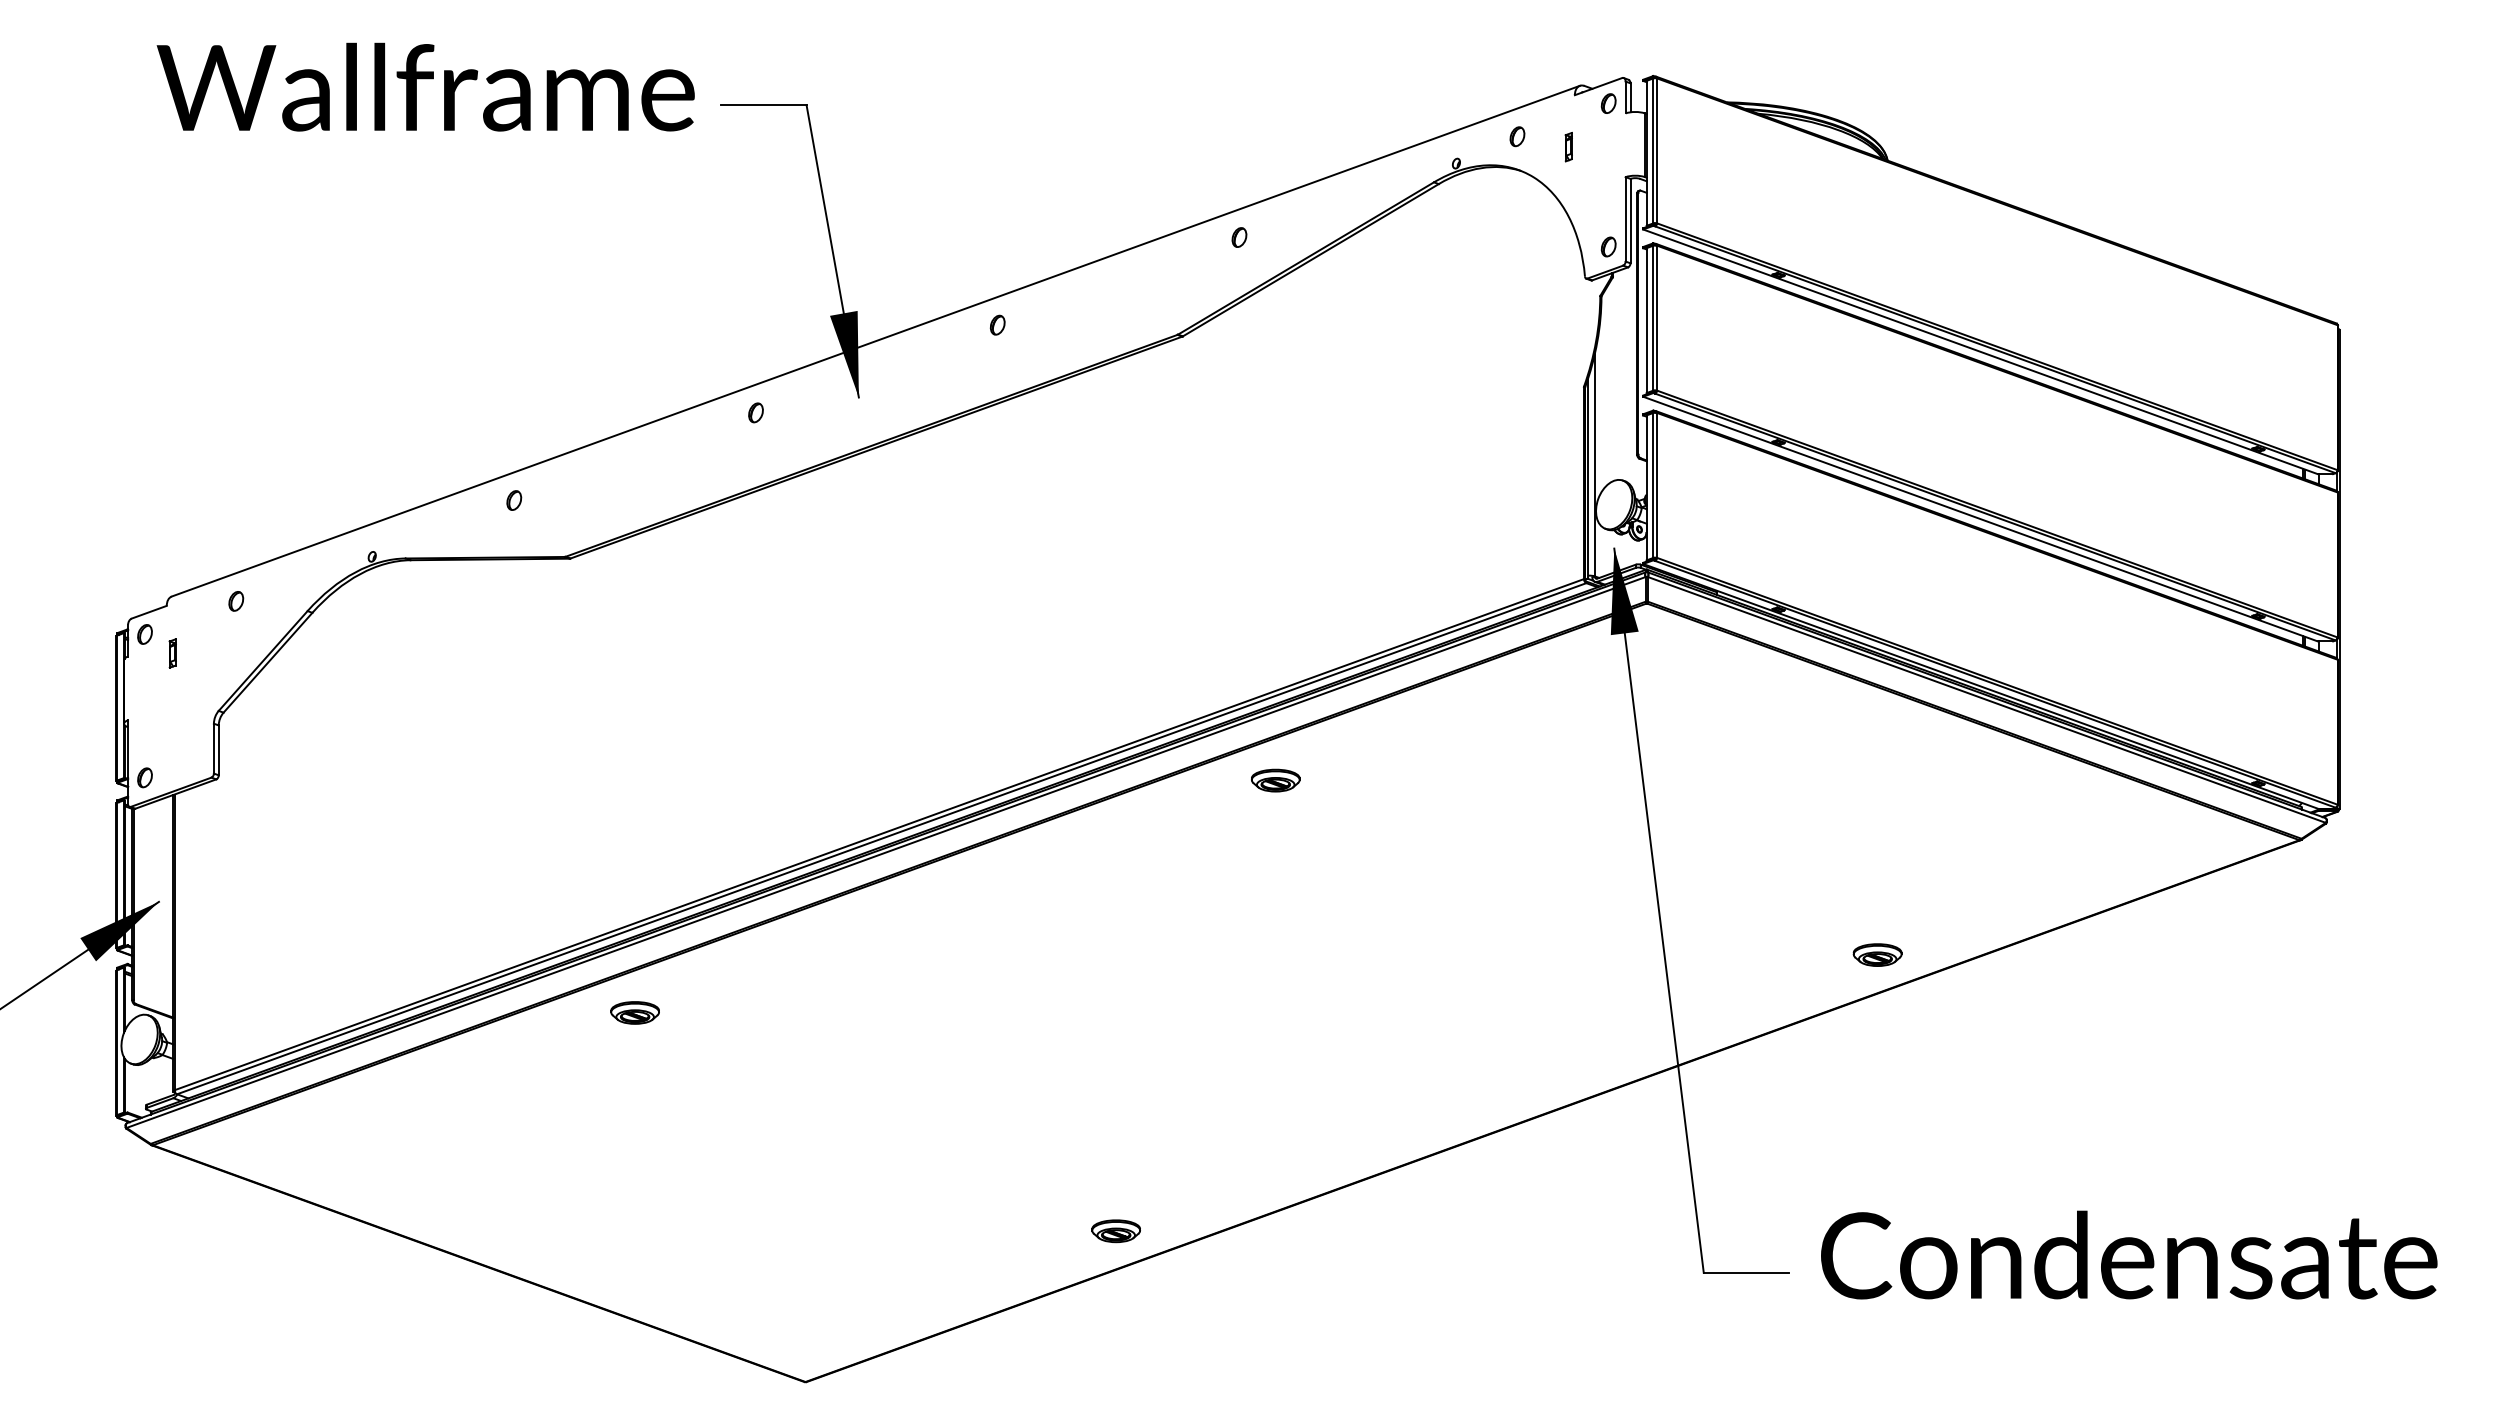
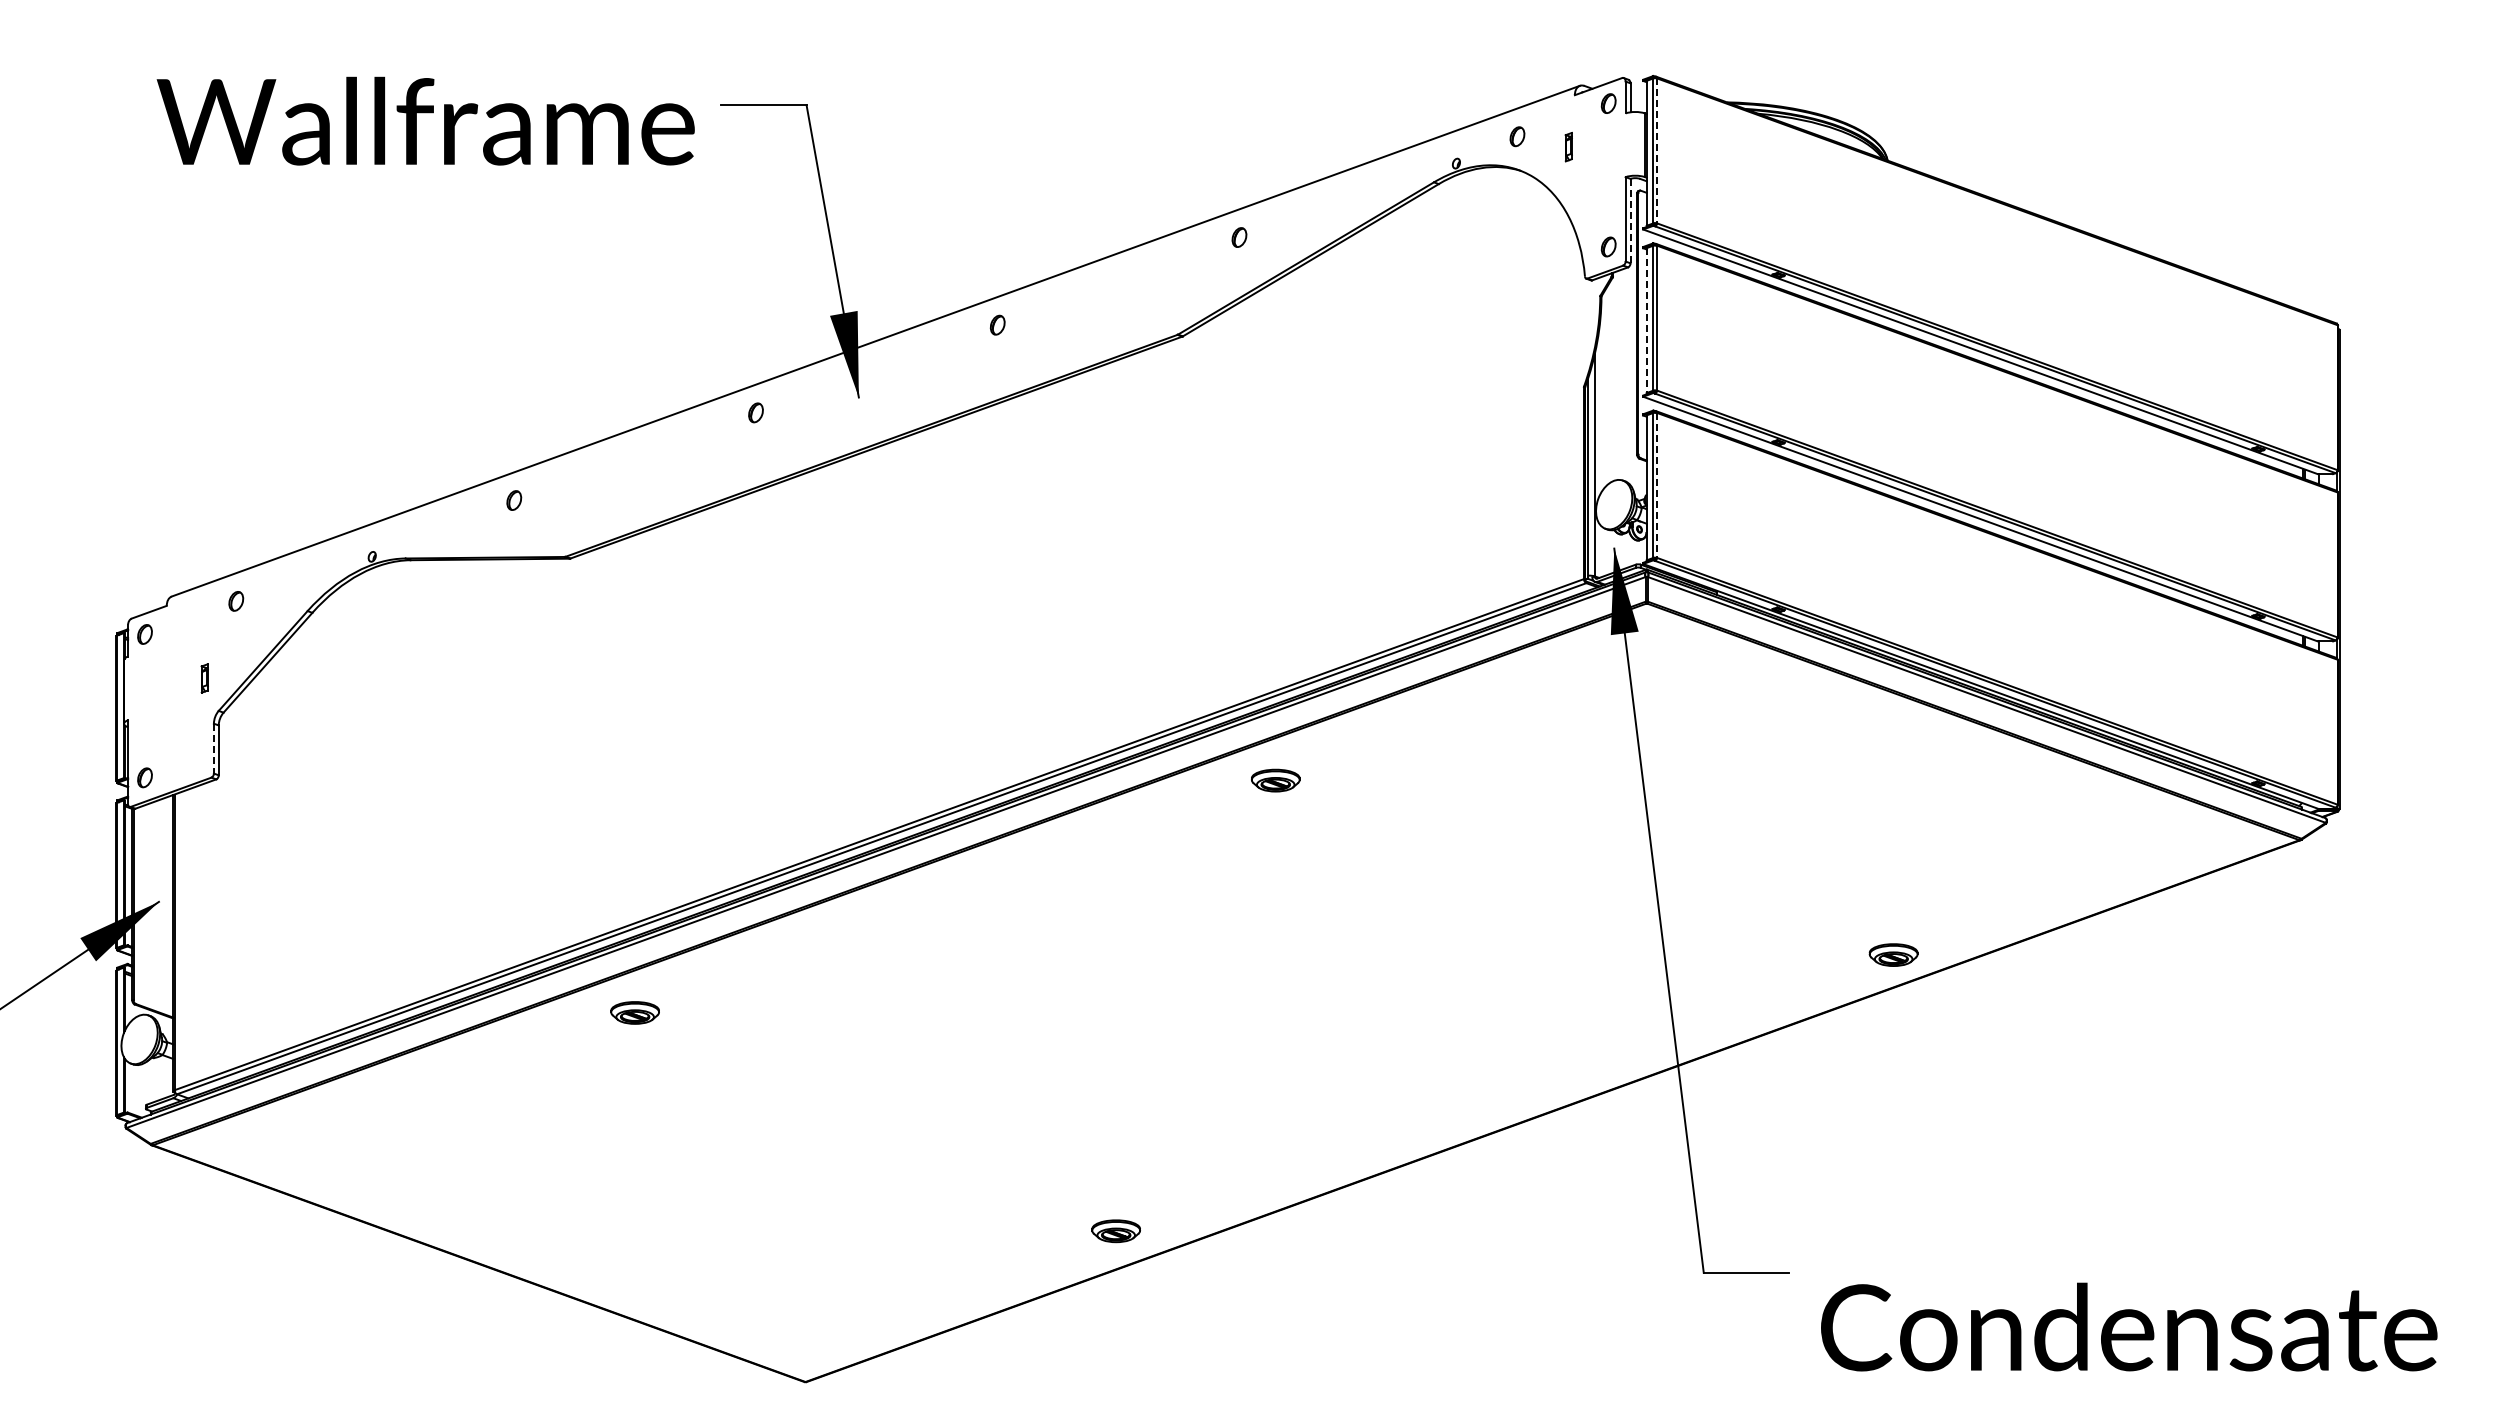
text at (425, 86) position: (425, 86) -> (425, 120)
line at (1657, 151): solid -> dashed
line at (1630, 221): solid -> dashed
line at (1646, 321): solid -> dashed
line at (1657, 485): solid -> dashed
part at (172, 653) position: (172, 653) -> (204, 678)
line at (213, 748): solid -> dashed
part at (1877, 954) position: (1877, 954) -> (1893, 954)
text at (2129, 1254) position: (2129, 1254) -> (2129, 1326)
